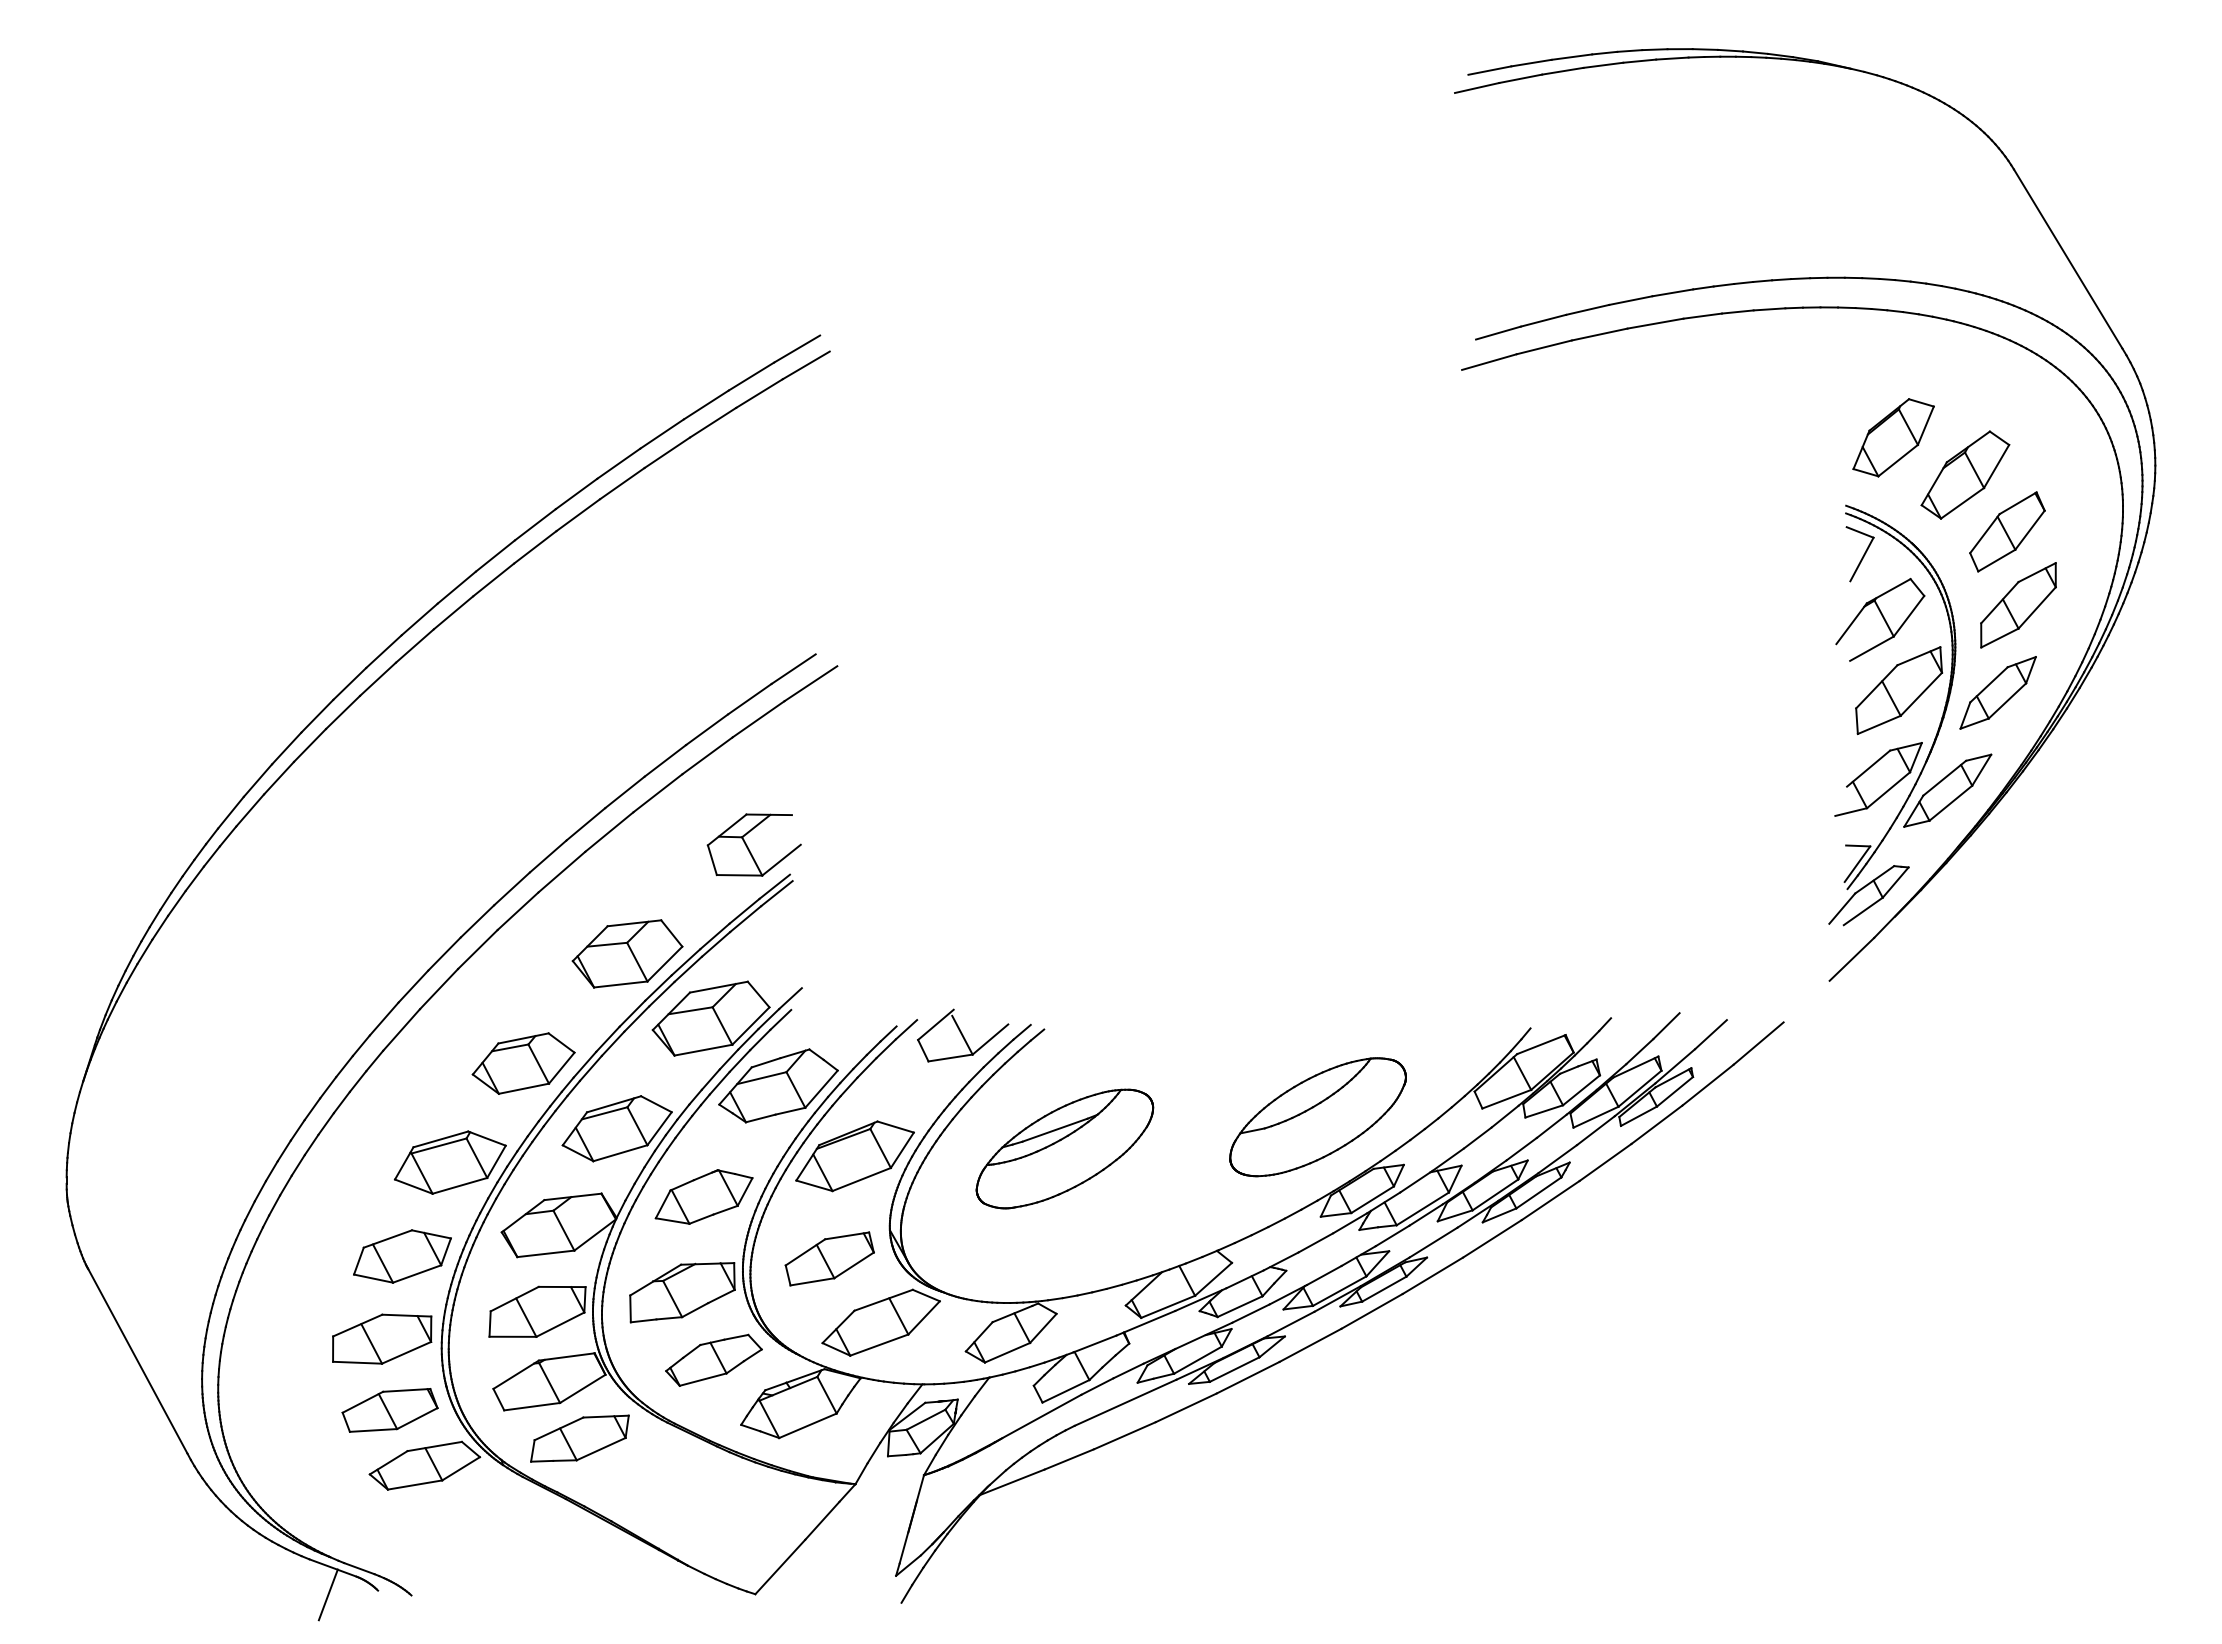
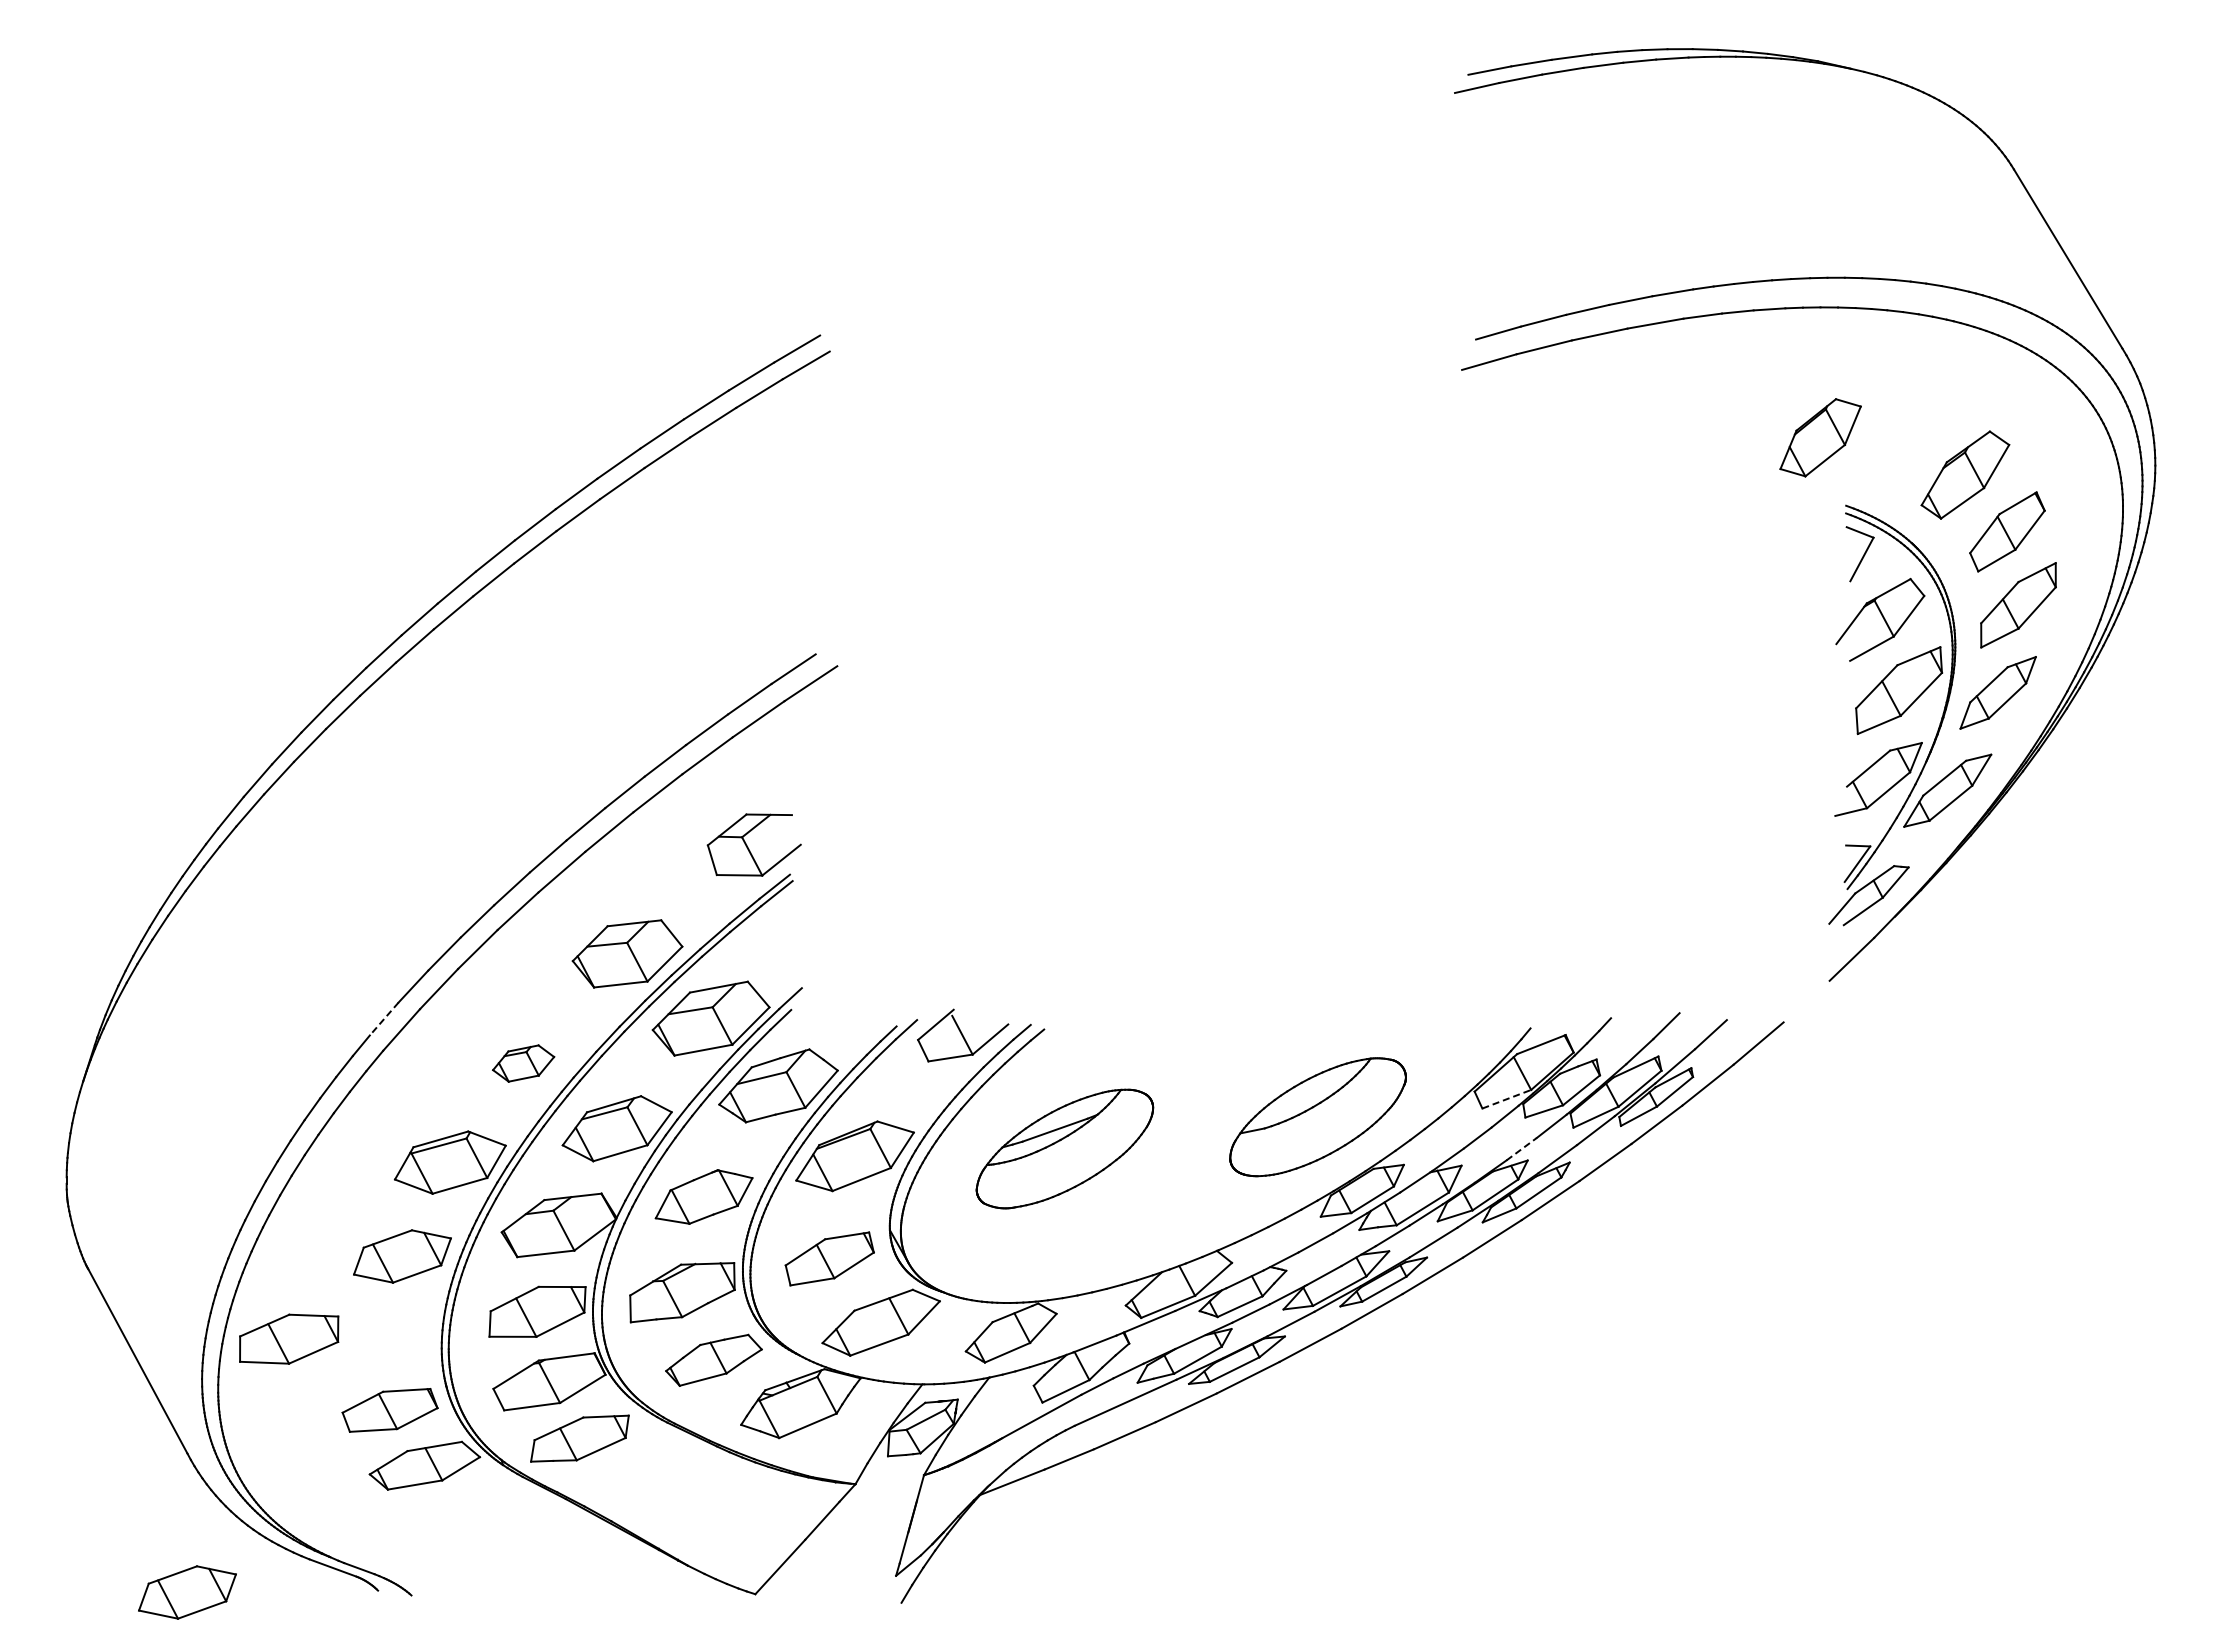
part at (1893, 437) position: (1893, 437) -> (1820, 437)
line at (384, 1019): solid -> dashed
part at (523, 1063) size: 105x63 px -> 64x39 px
line at (1507, 1099): solid -> dashed
line at (1521, 1149): solid -> dashed
part at (382, 1338) position: (382, 1338) -> (289, 1338)
part at (187, 1592): none -> present
line at (327, 1594): present -> none
